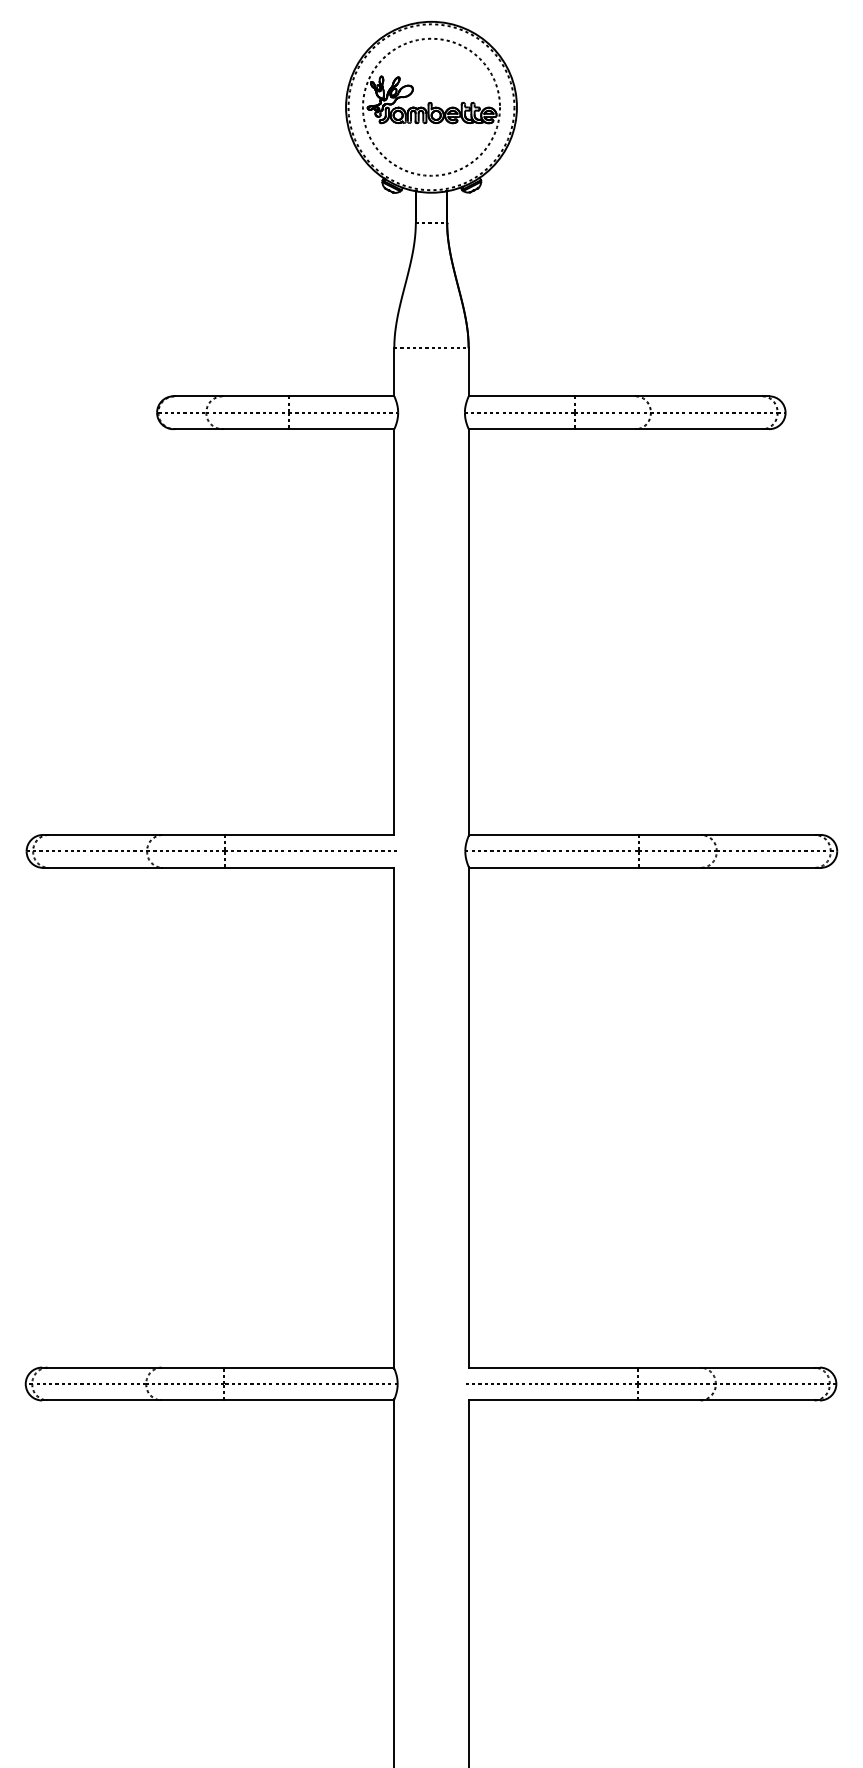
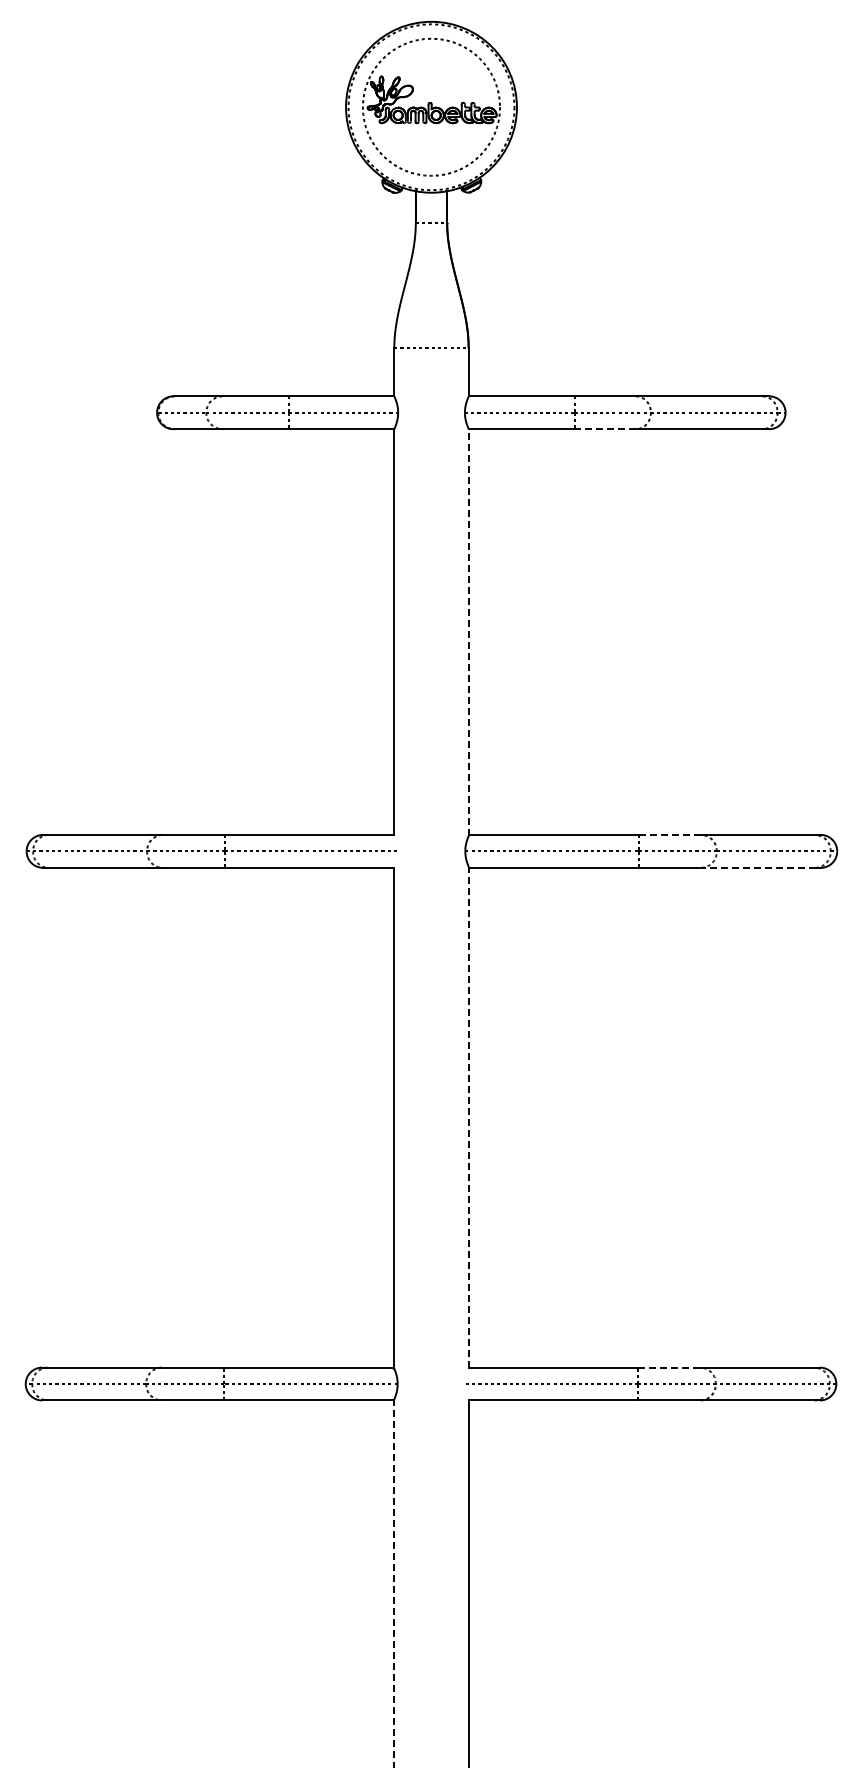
line at (605, 429): solid -> dashed
line at (468, 632): solid -> dashed
line at (670, 834): solid -> dashed
line at (758, 867): solid -> dashed
line at (468, 1116): solid -> dashed
line at (669, 1367): solid -> dashed
line at (394, 1583): solid -> dashed
